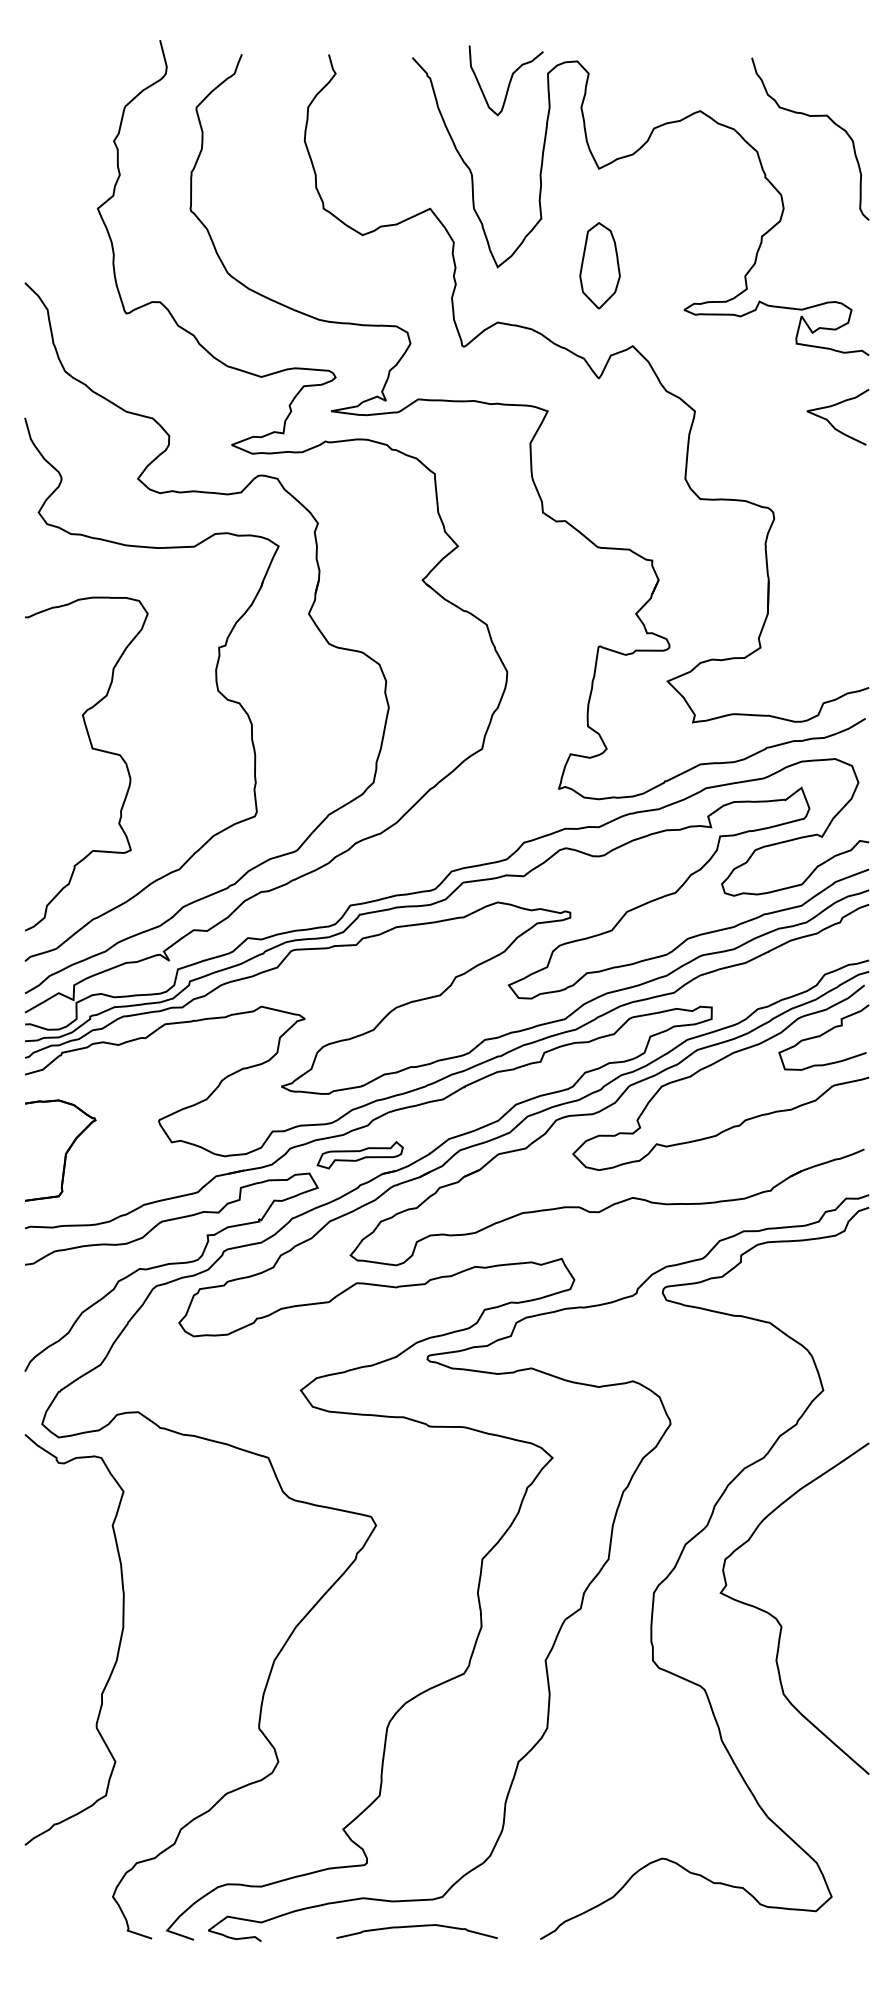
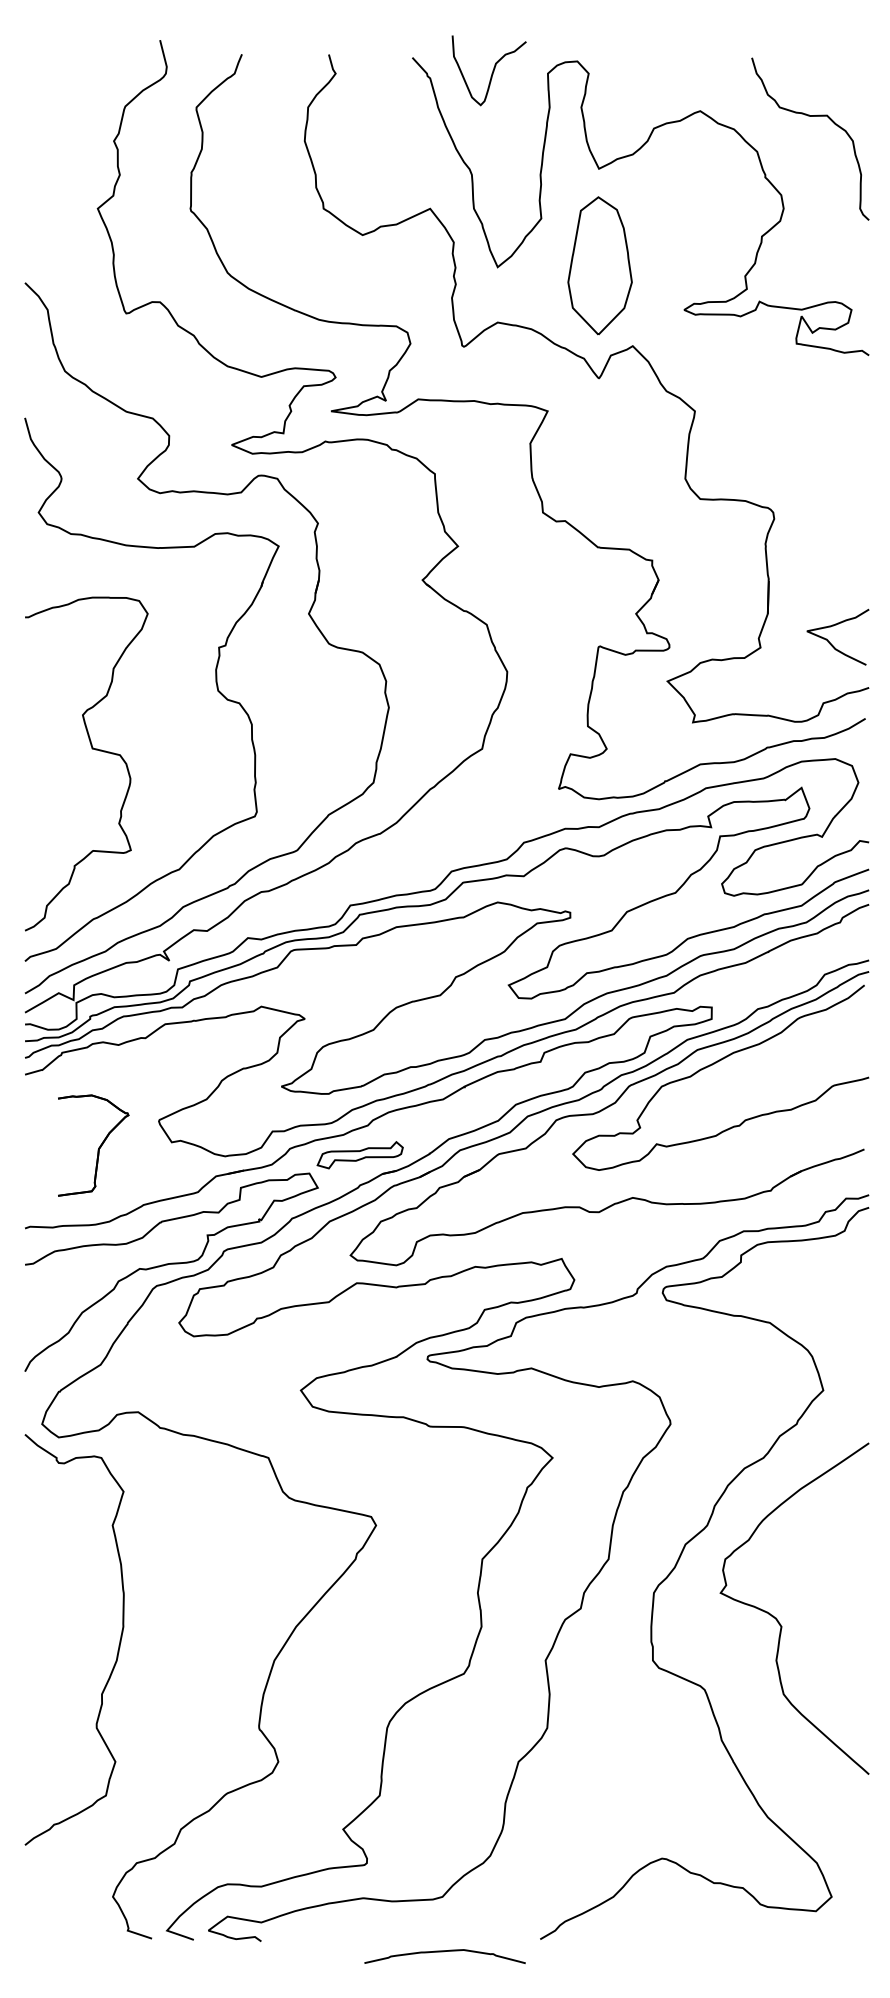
curve at (509, 80) position: (509, 80) -> (492, 70)
part at (599, 265) size: 42x88 px -> 66x140 px
curve at (830, 422) position: (830, 422) -> (830, 642)
curve at (822, 1035): present -> none
part at (60, 1150) position: (60, 1150) -> (93, 1145)
curve at (416, 1927) position: (416, 1927) -> (444, 1952)
